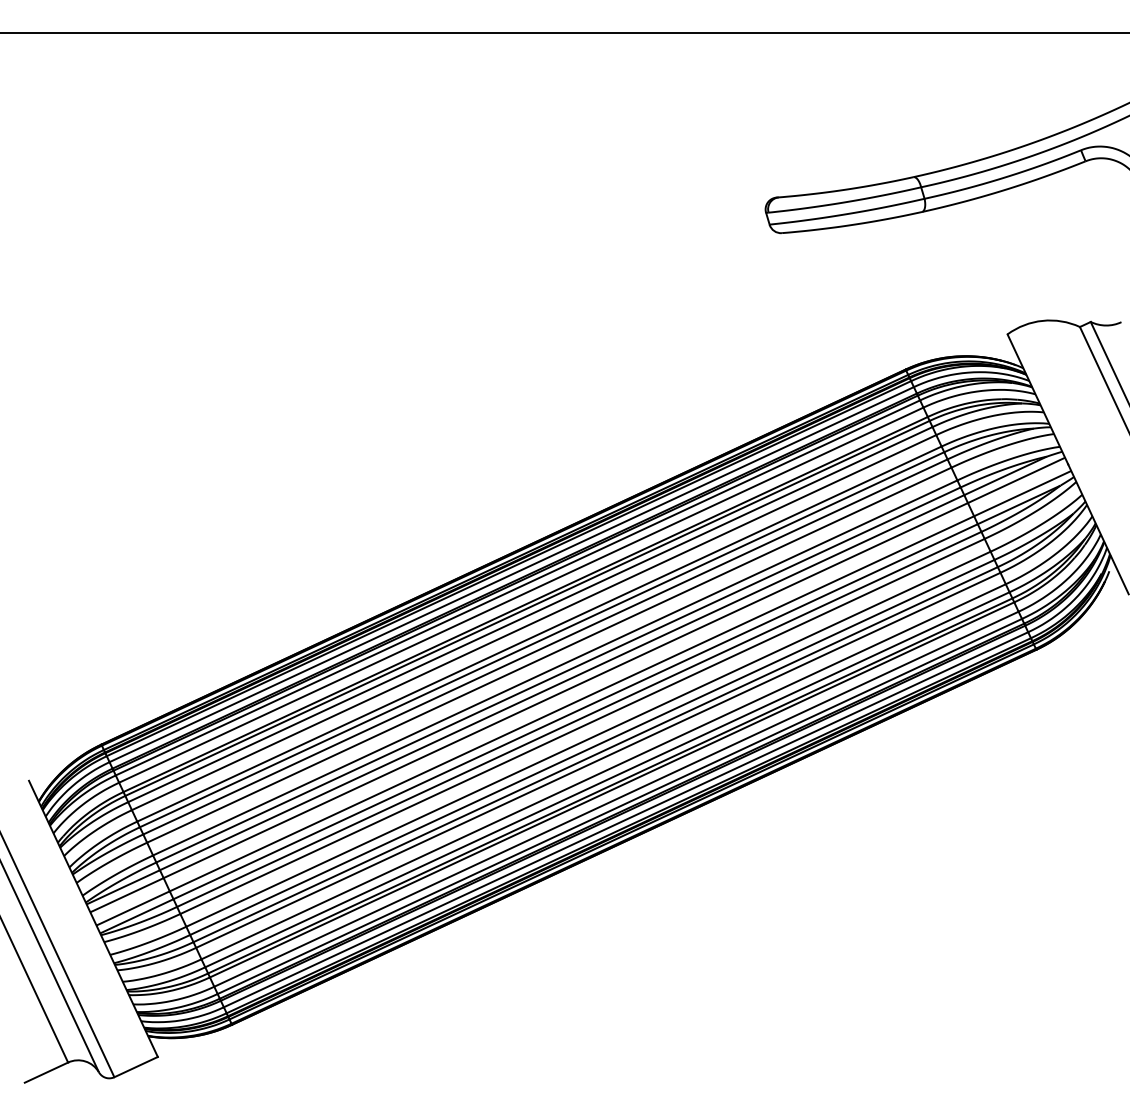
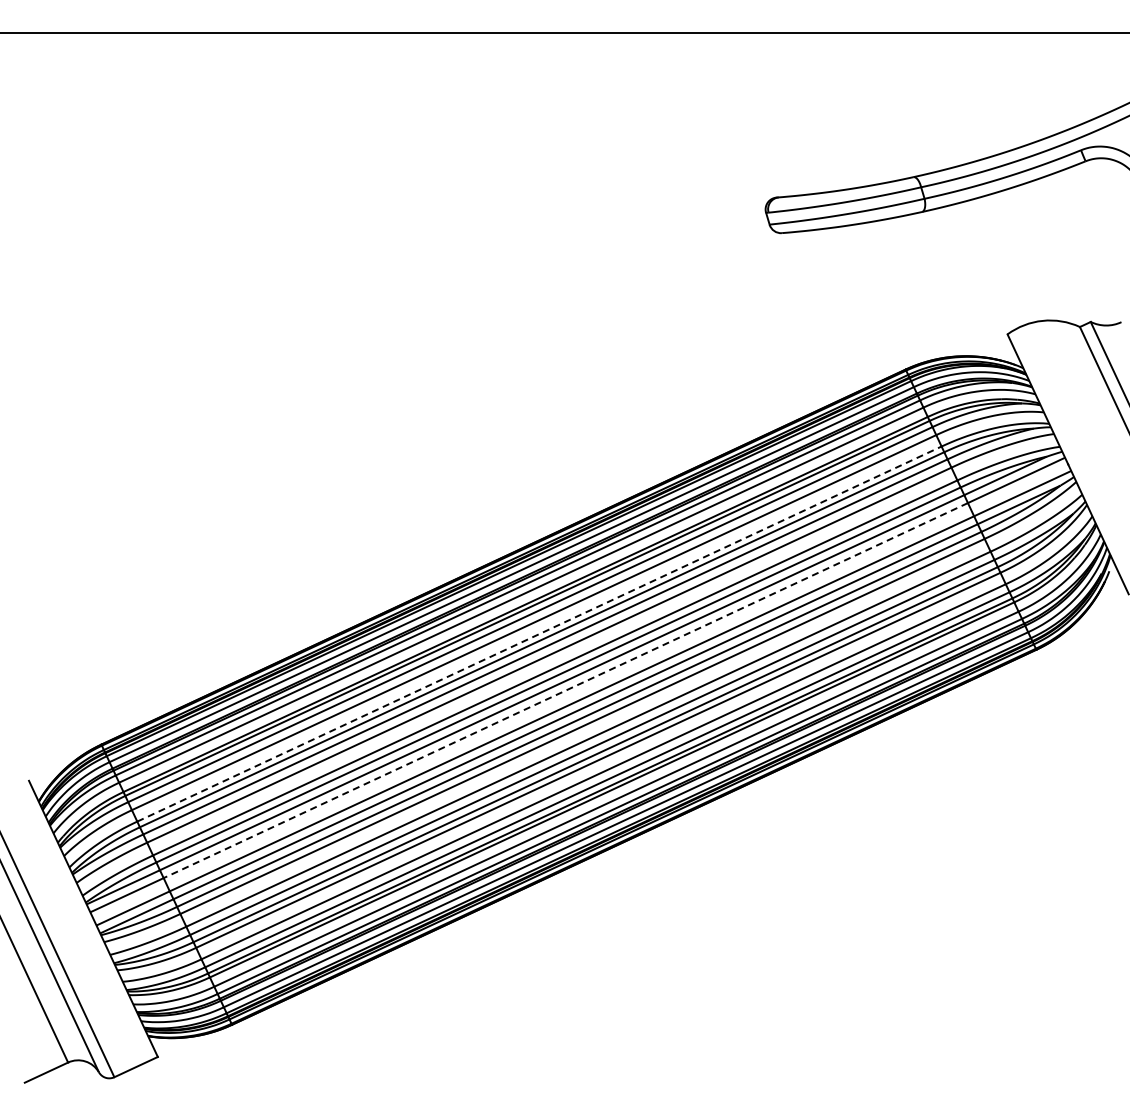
line at (539, 634): solid -> dashed
line at (565, 690): solid -> dashed
